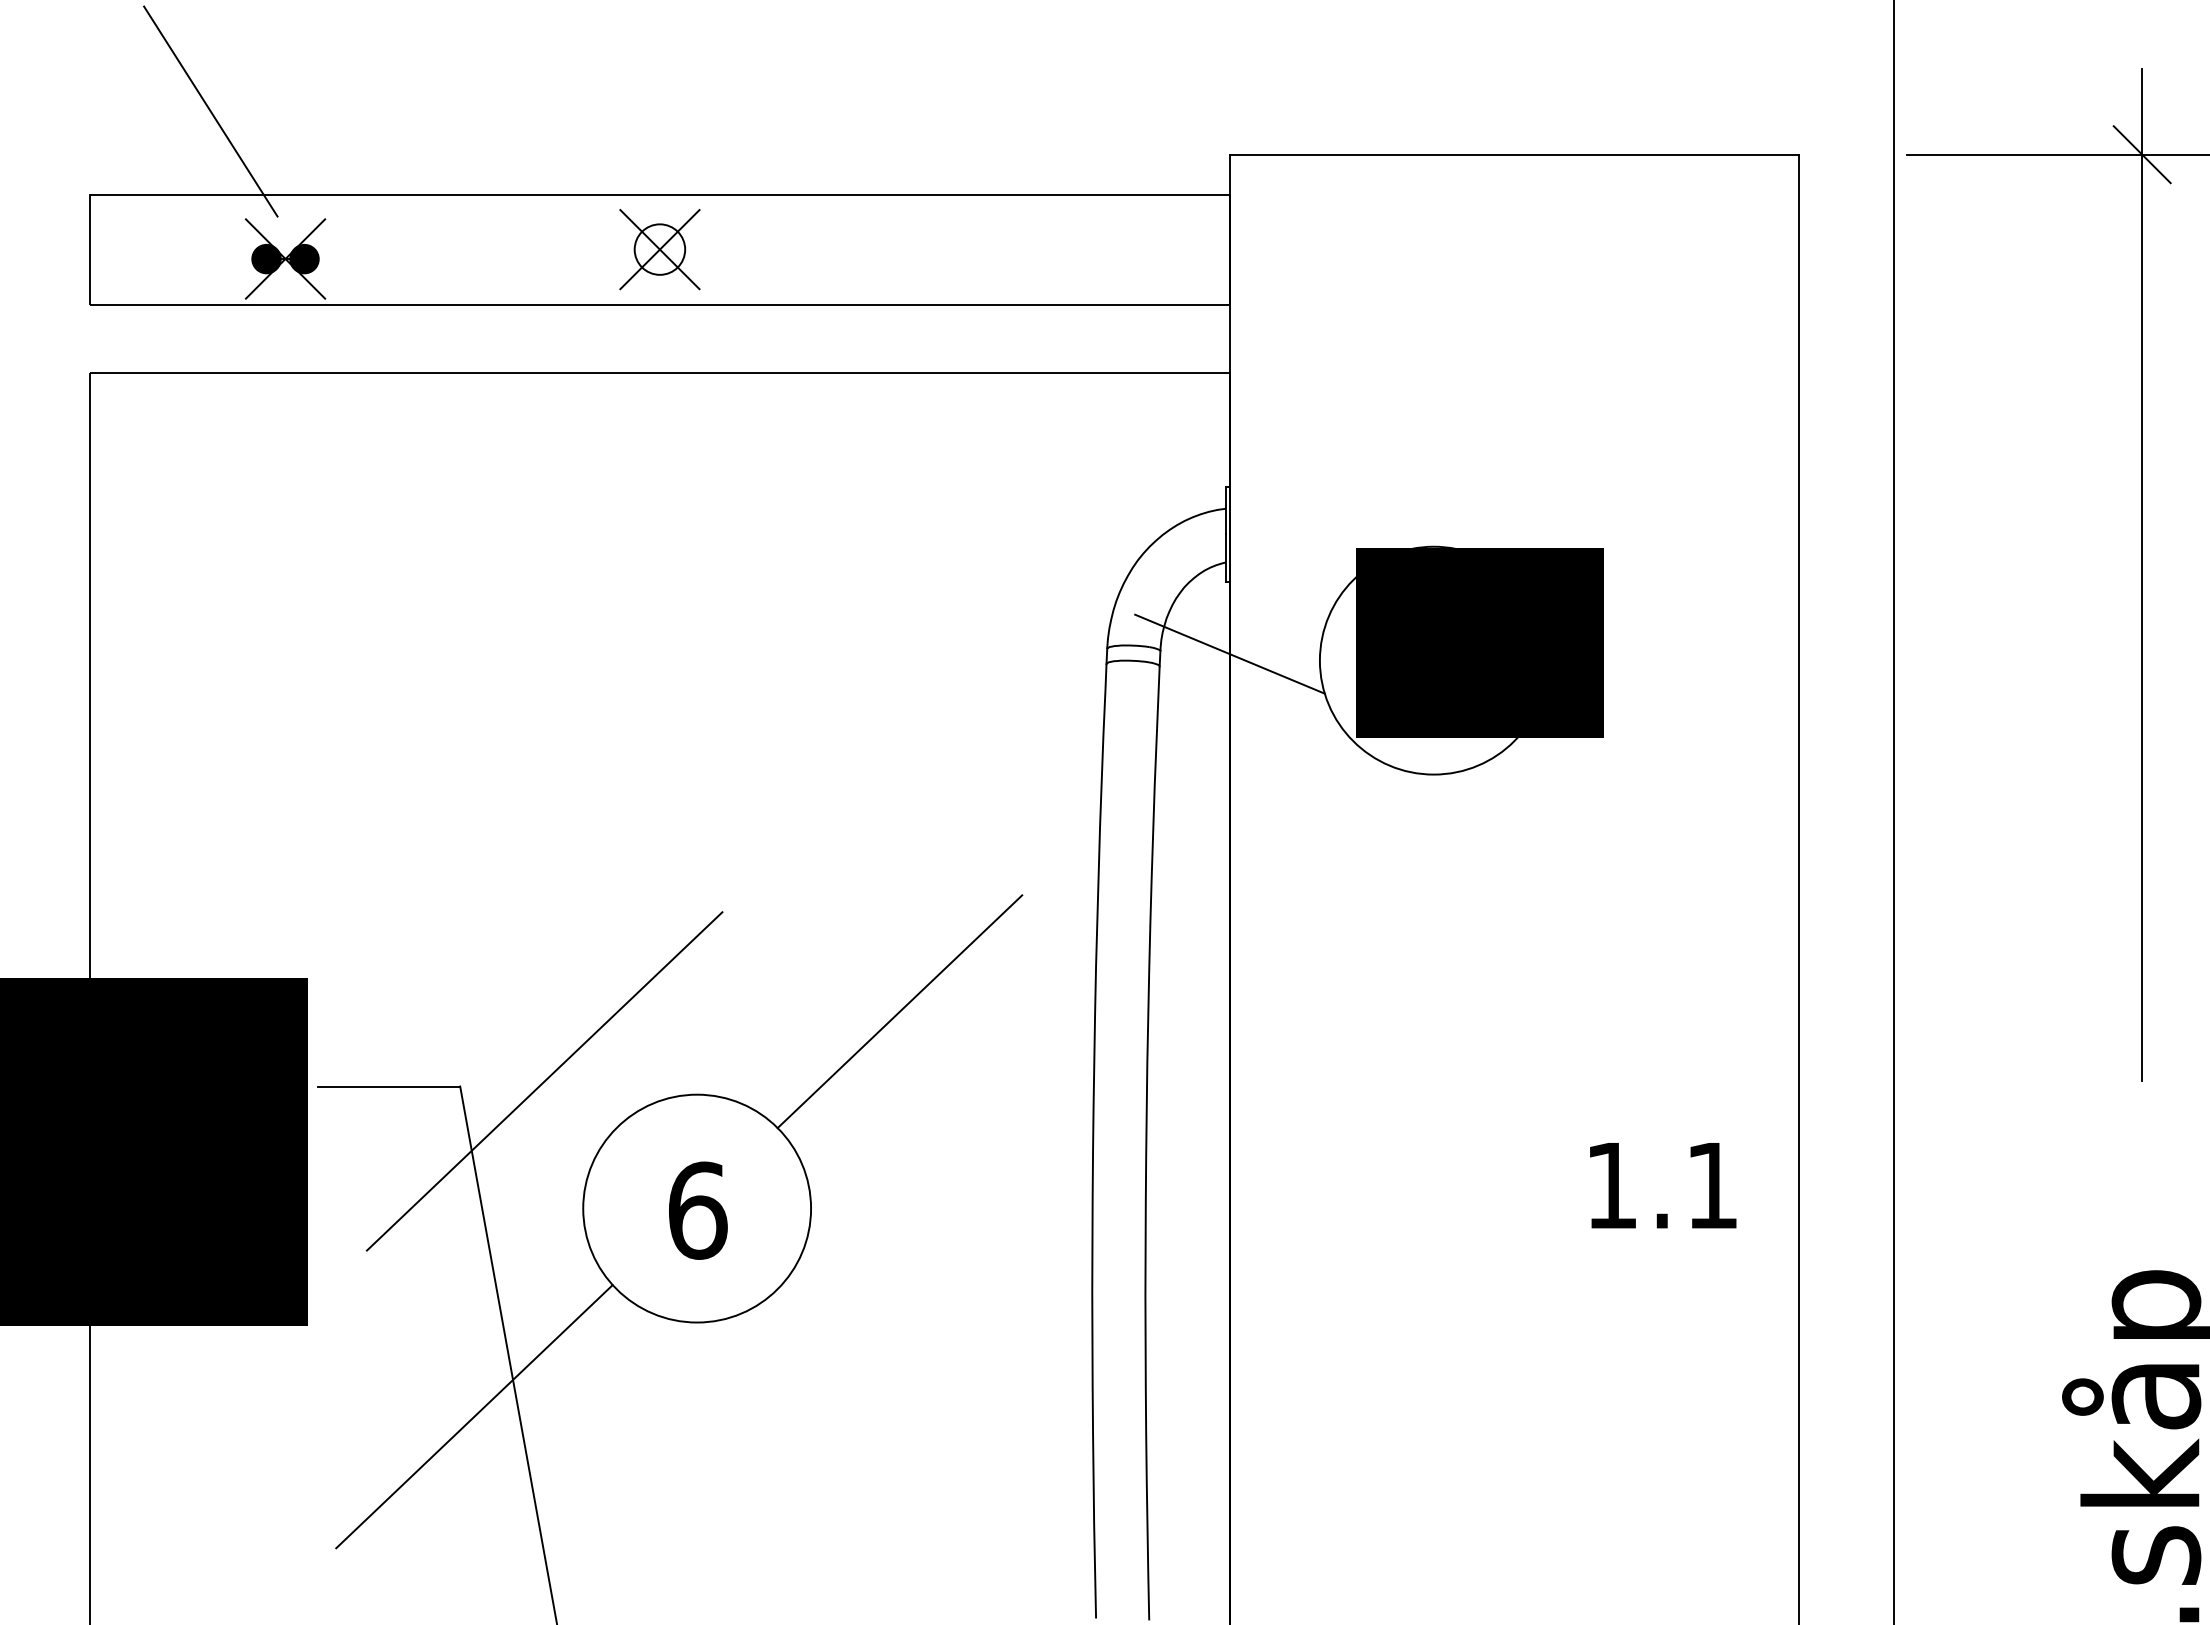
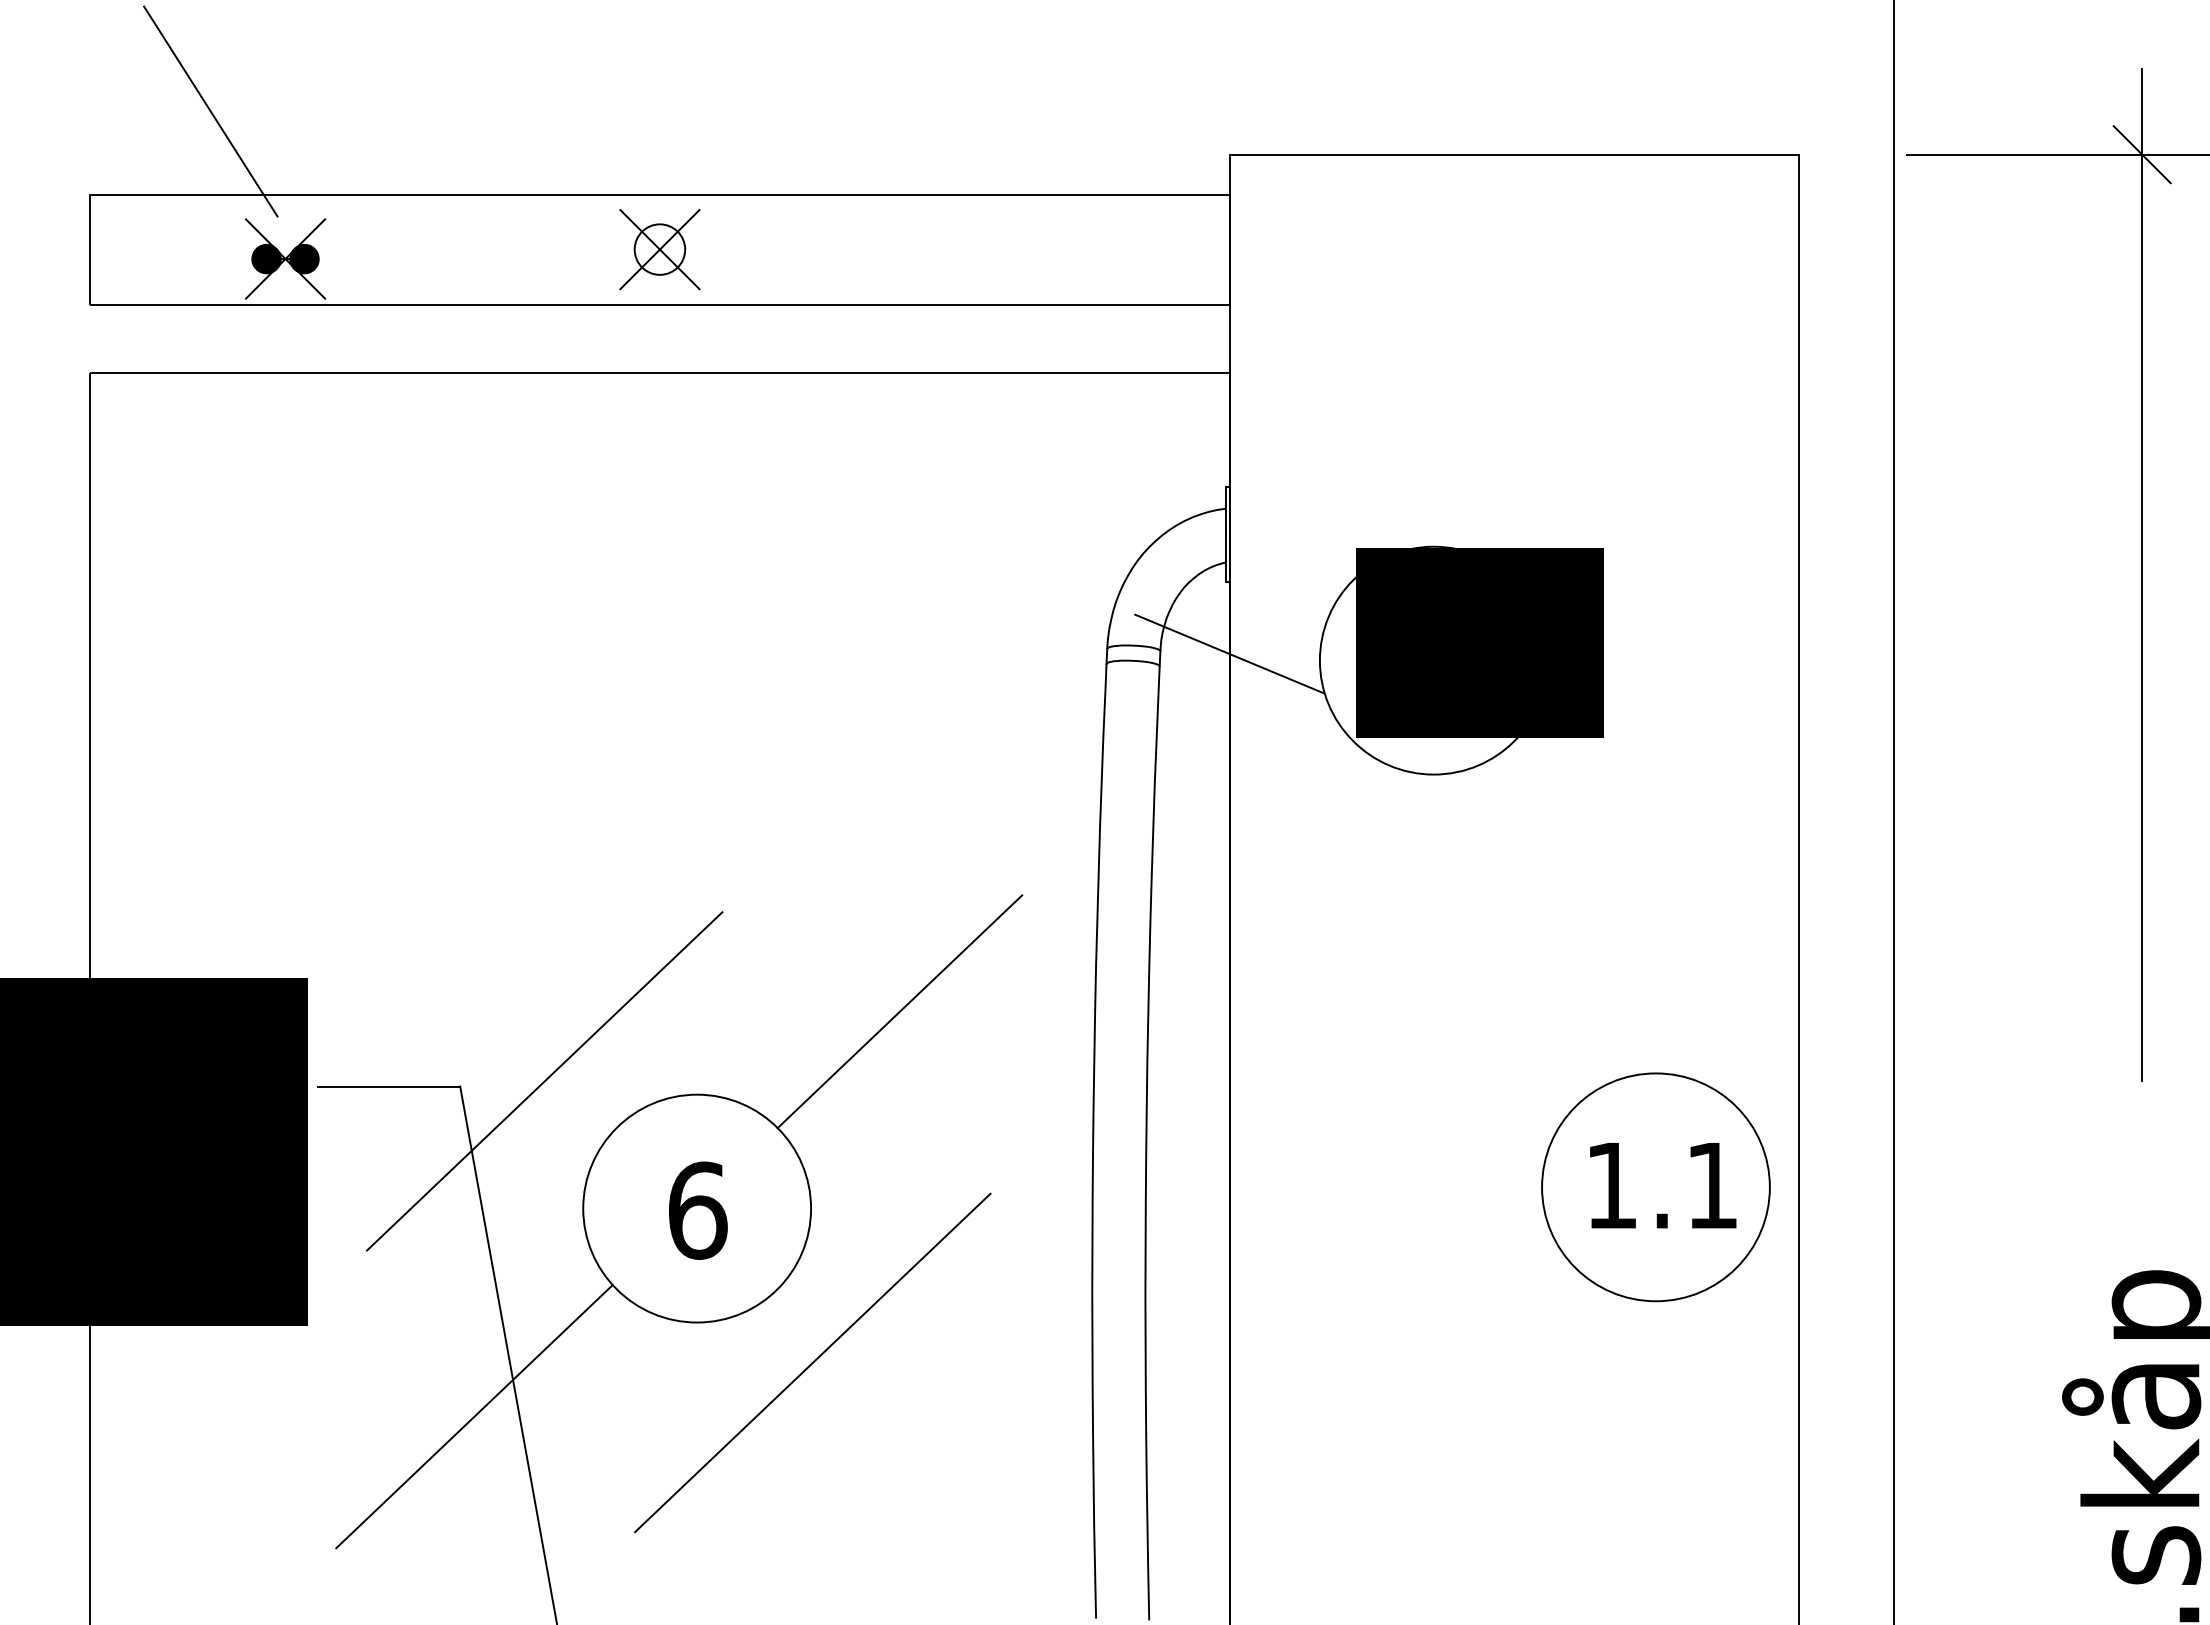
circle at (1655, 1187): none -> present
line at (812, 1362): none -> present
